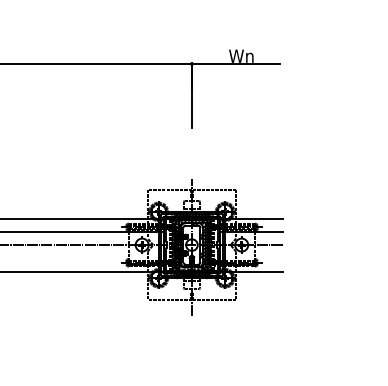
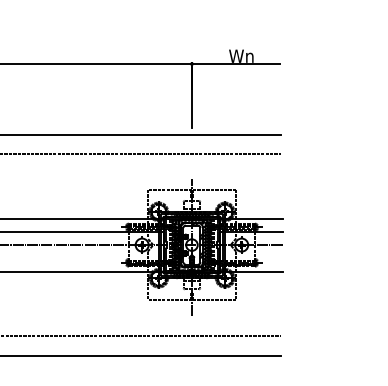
line at (141, 134): none -> present
line at (141, 153): none -> present
line at (141, 336): none -> present
line at (141, 355): none -> present
